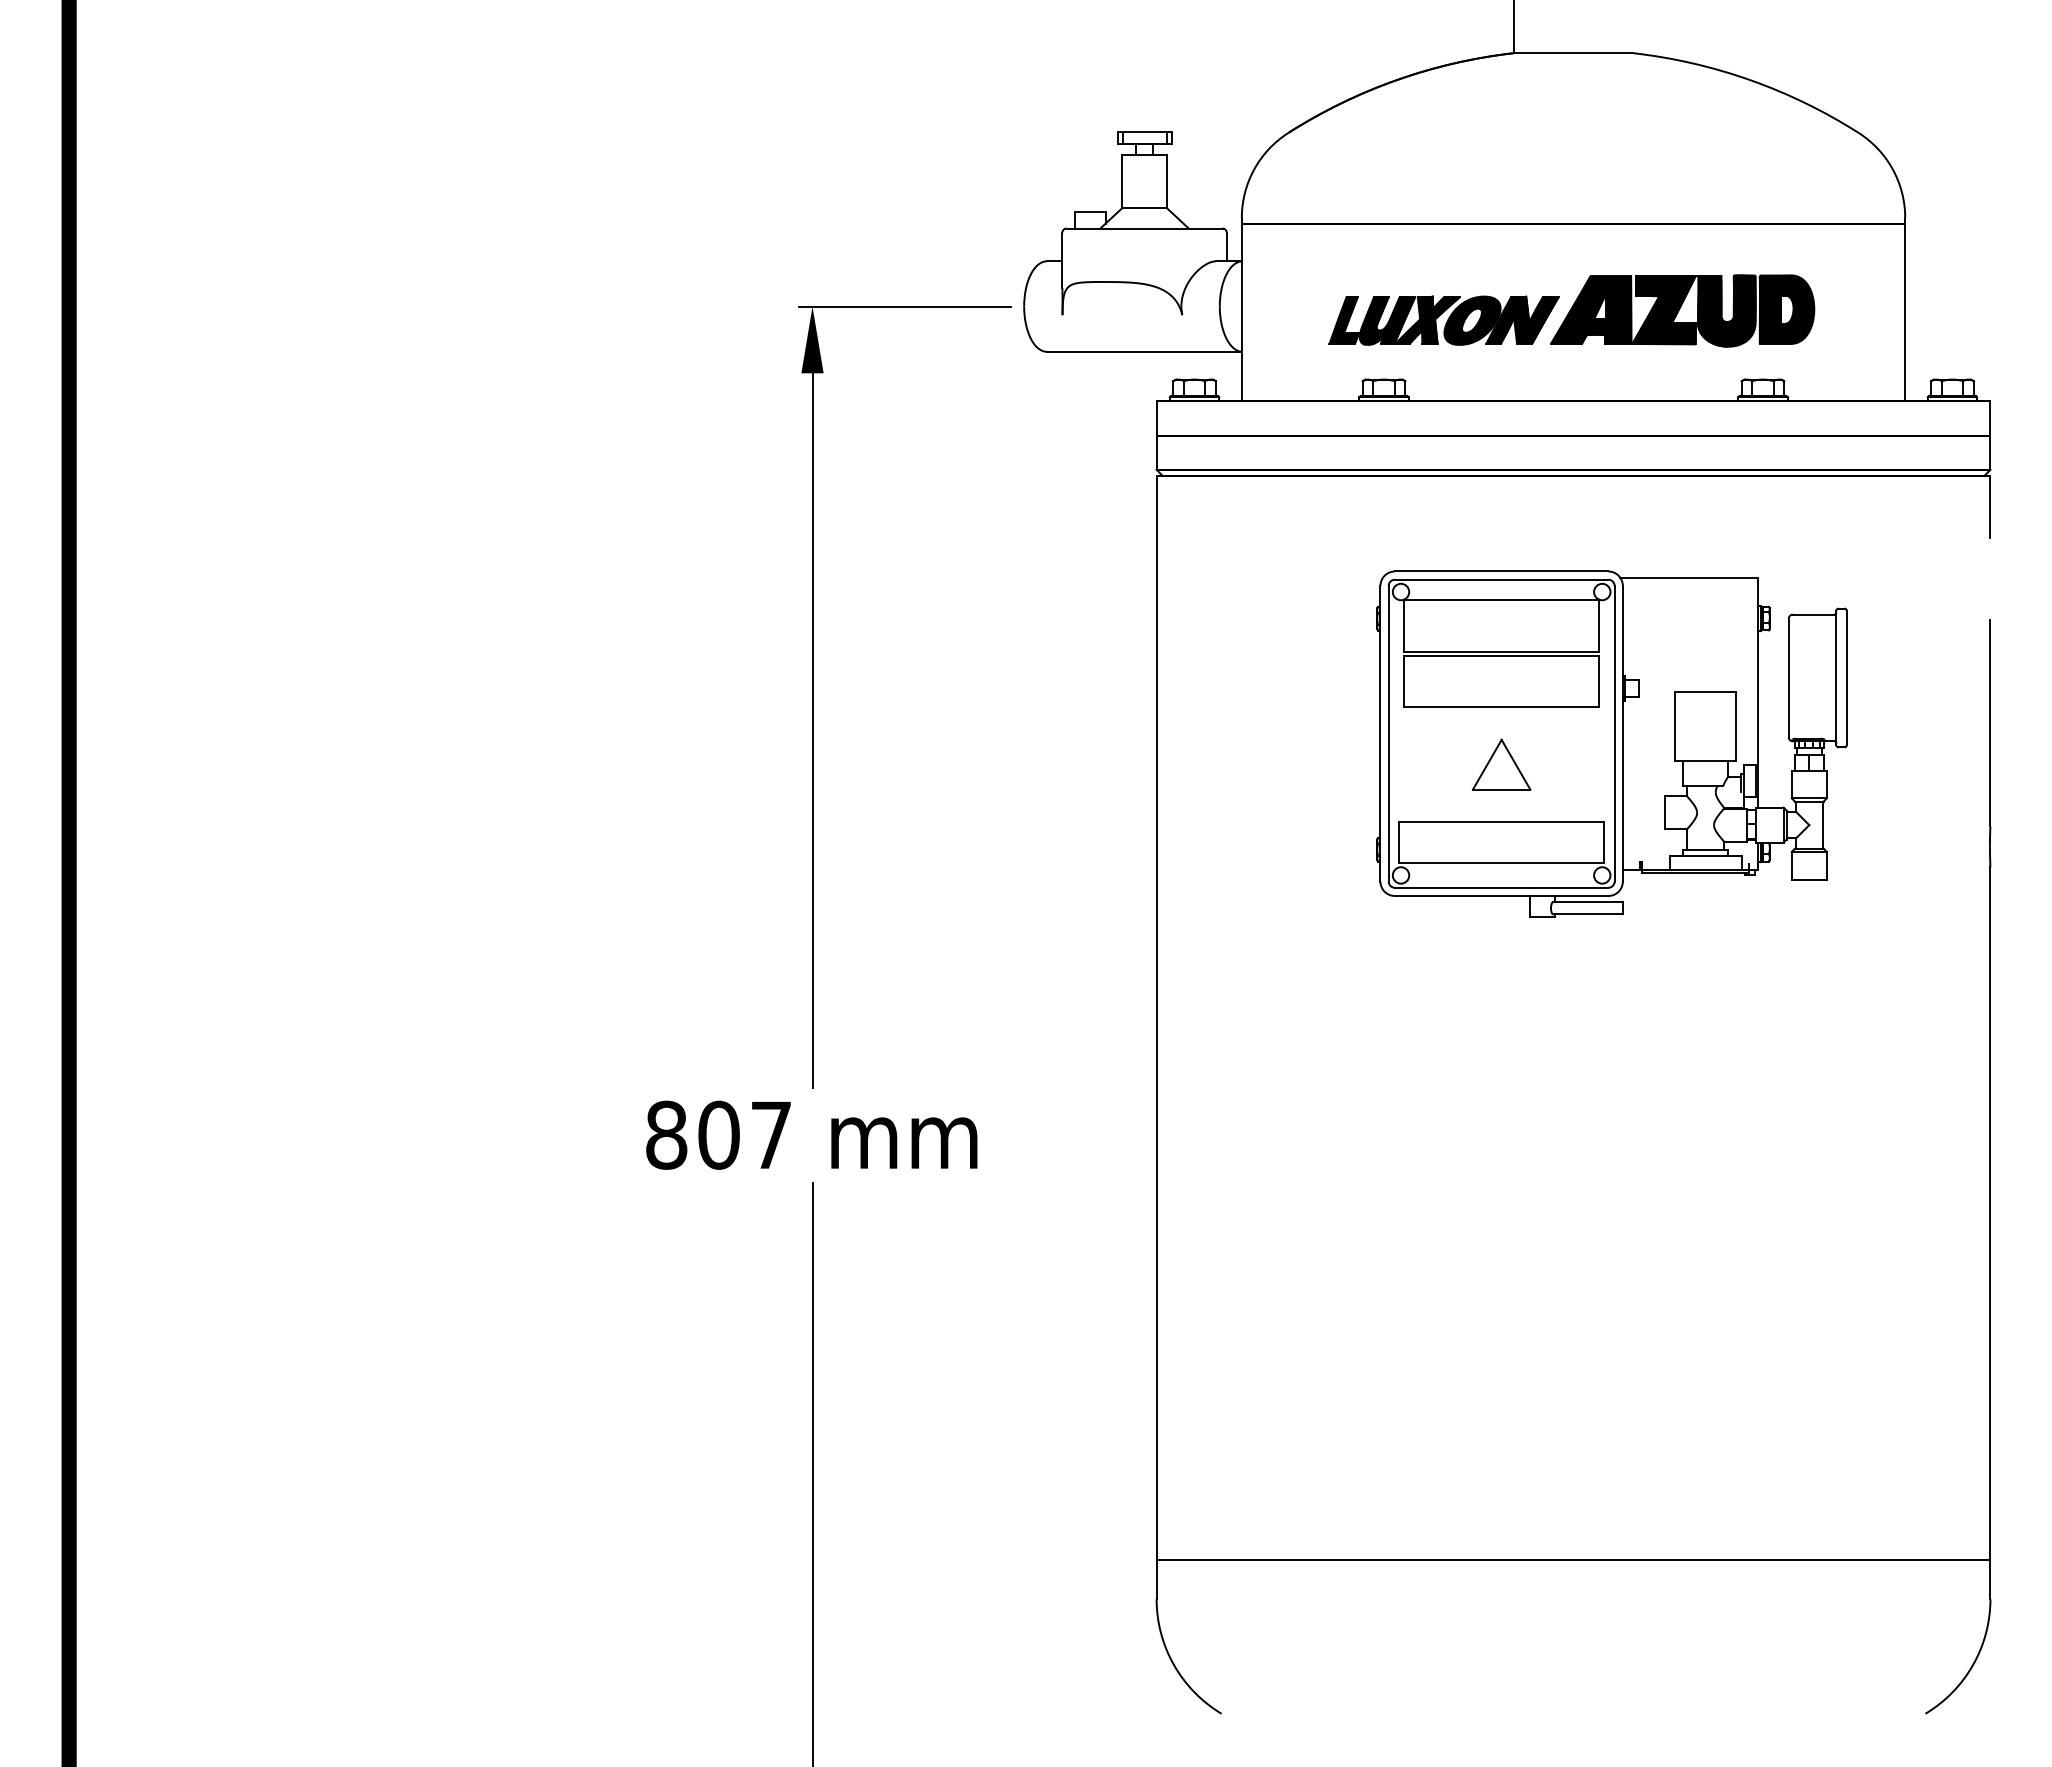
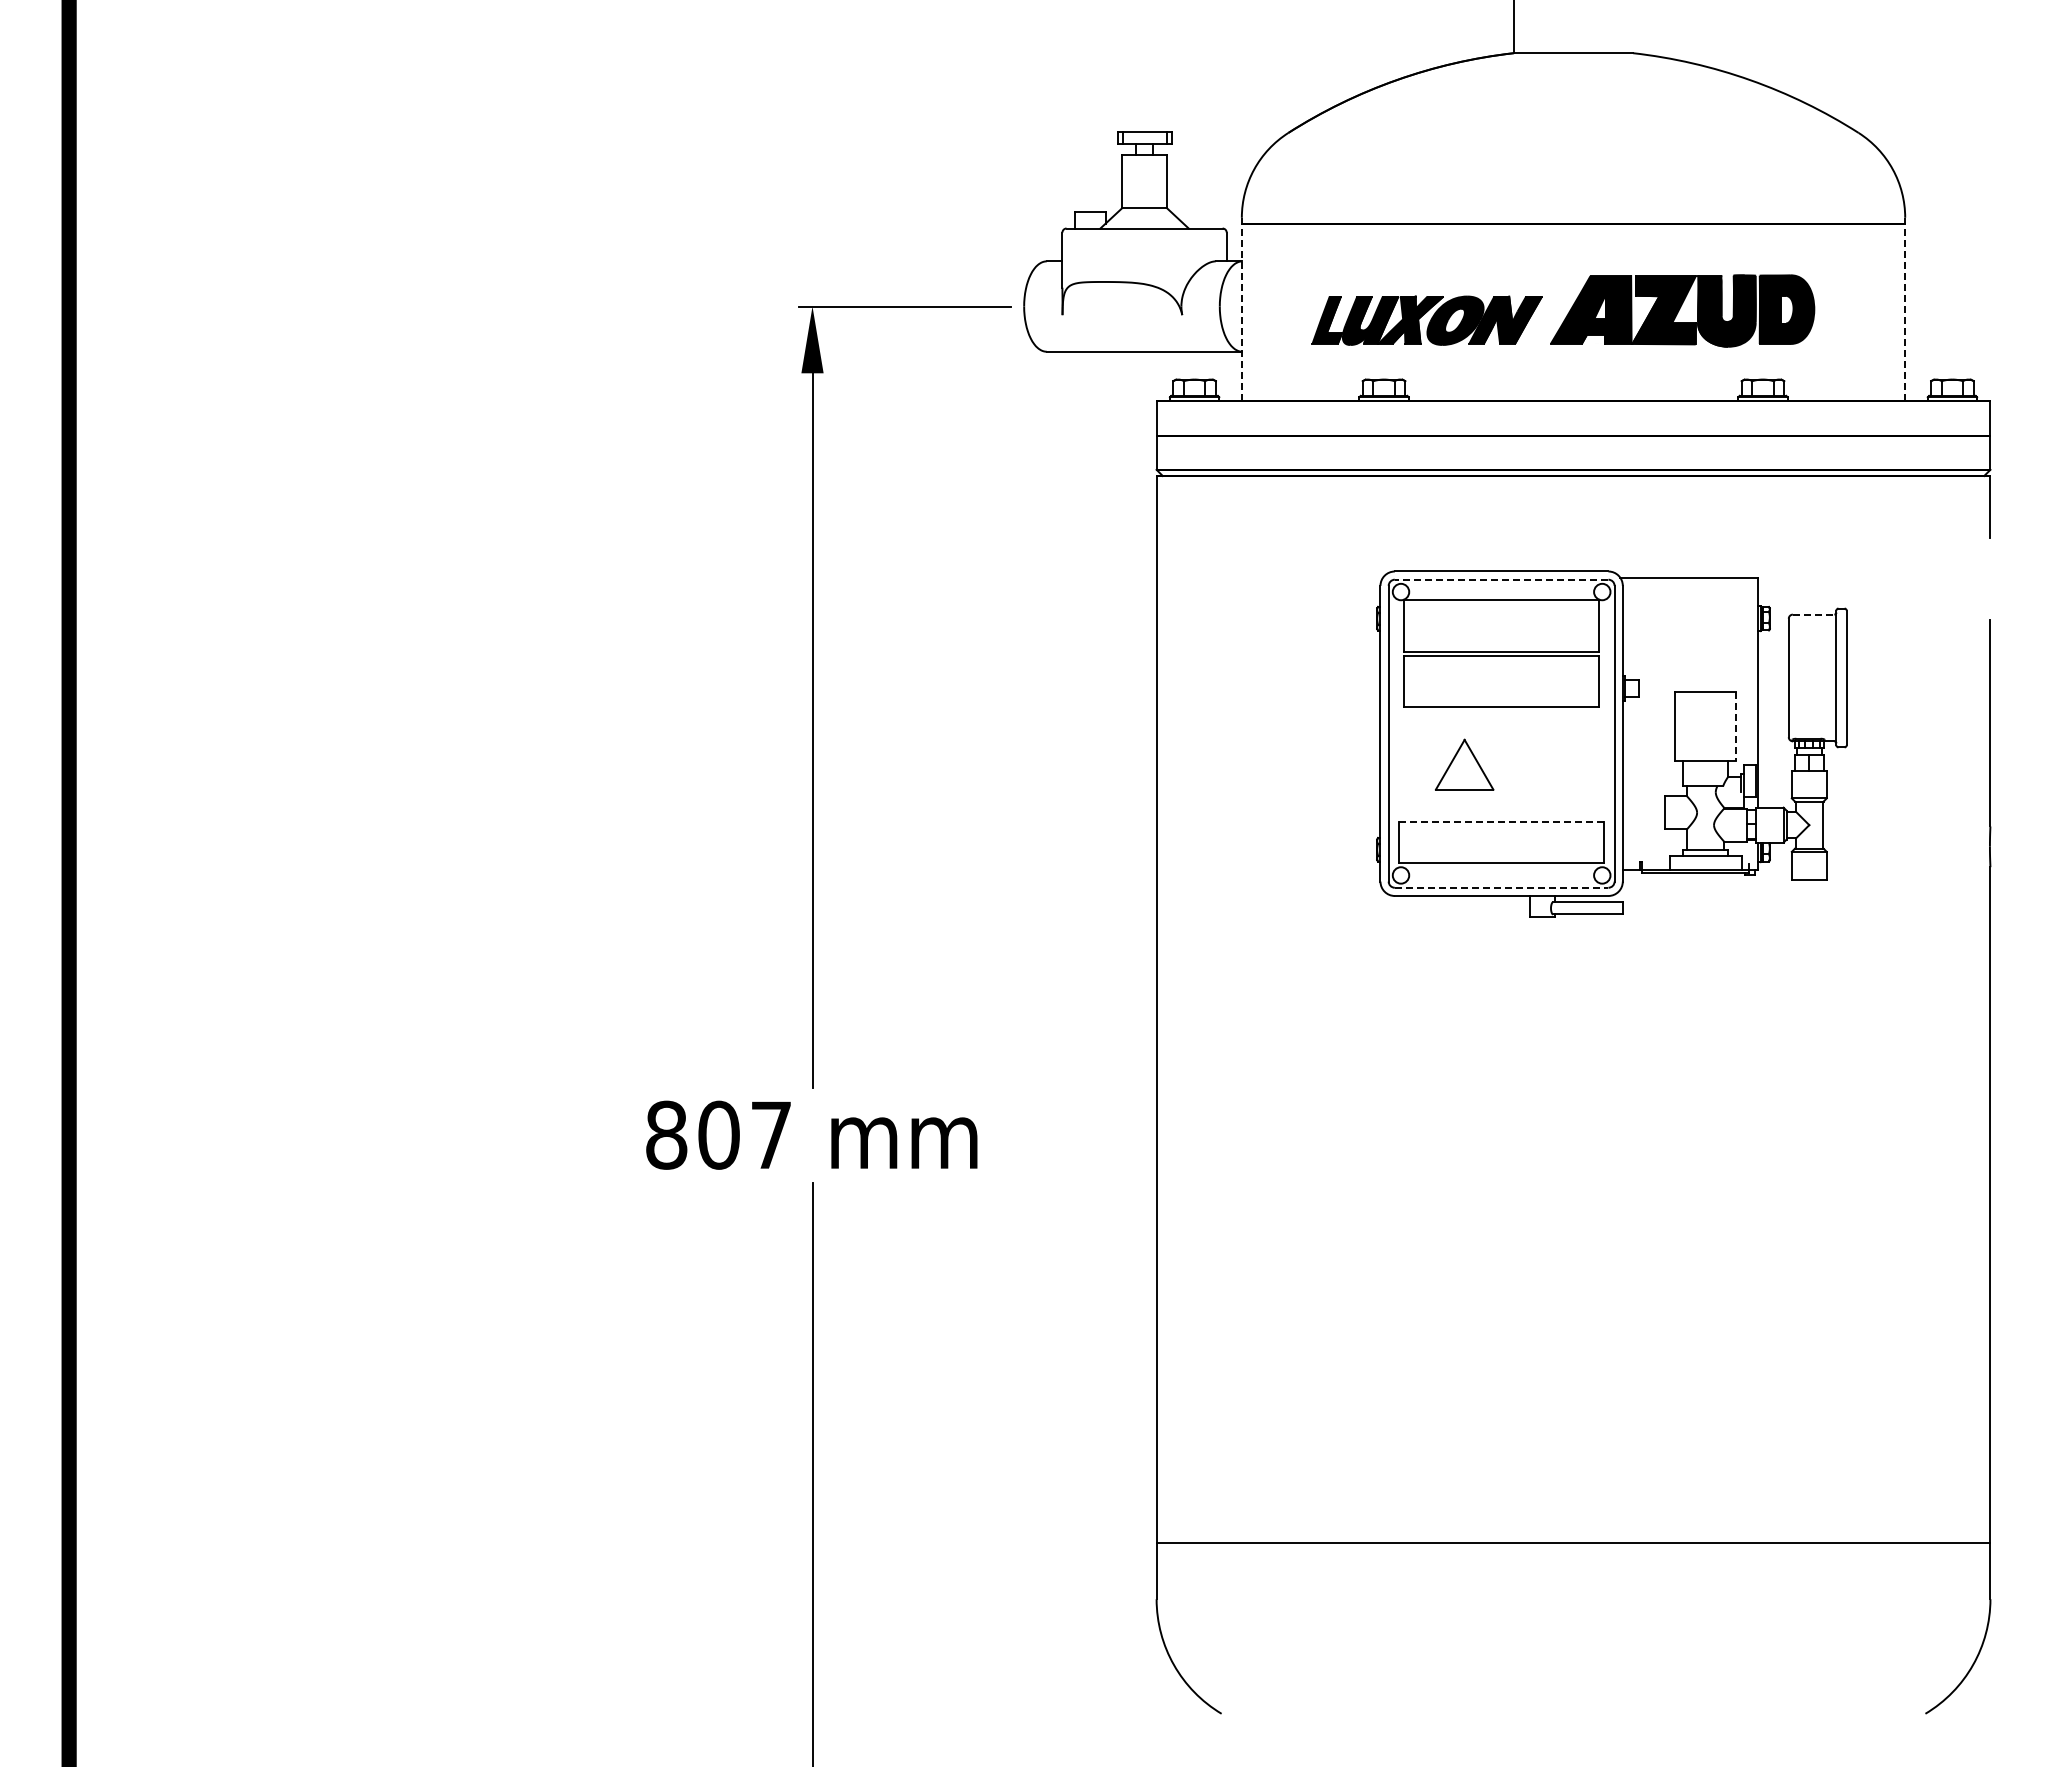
line at (1241, 309): solid -> dashed
line at (1905, 309): solid -> dashed
part at (1443, 320) position: (1443, 320) -> (1426, 320)
line at (1501, 579): solid -> dashed
line at (1813, 614): solid -> dashed
line at (1736, 726): solid -> dashed
part at (1501, 764) position: (1501, 764) -> (1464, 764)
line at (1501, 822): solid -> dashed
line at (1501, 887): solid -> dashed
line at (1573, 1560) position: (1573, 1560) -> (1573, 1543)
